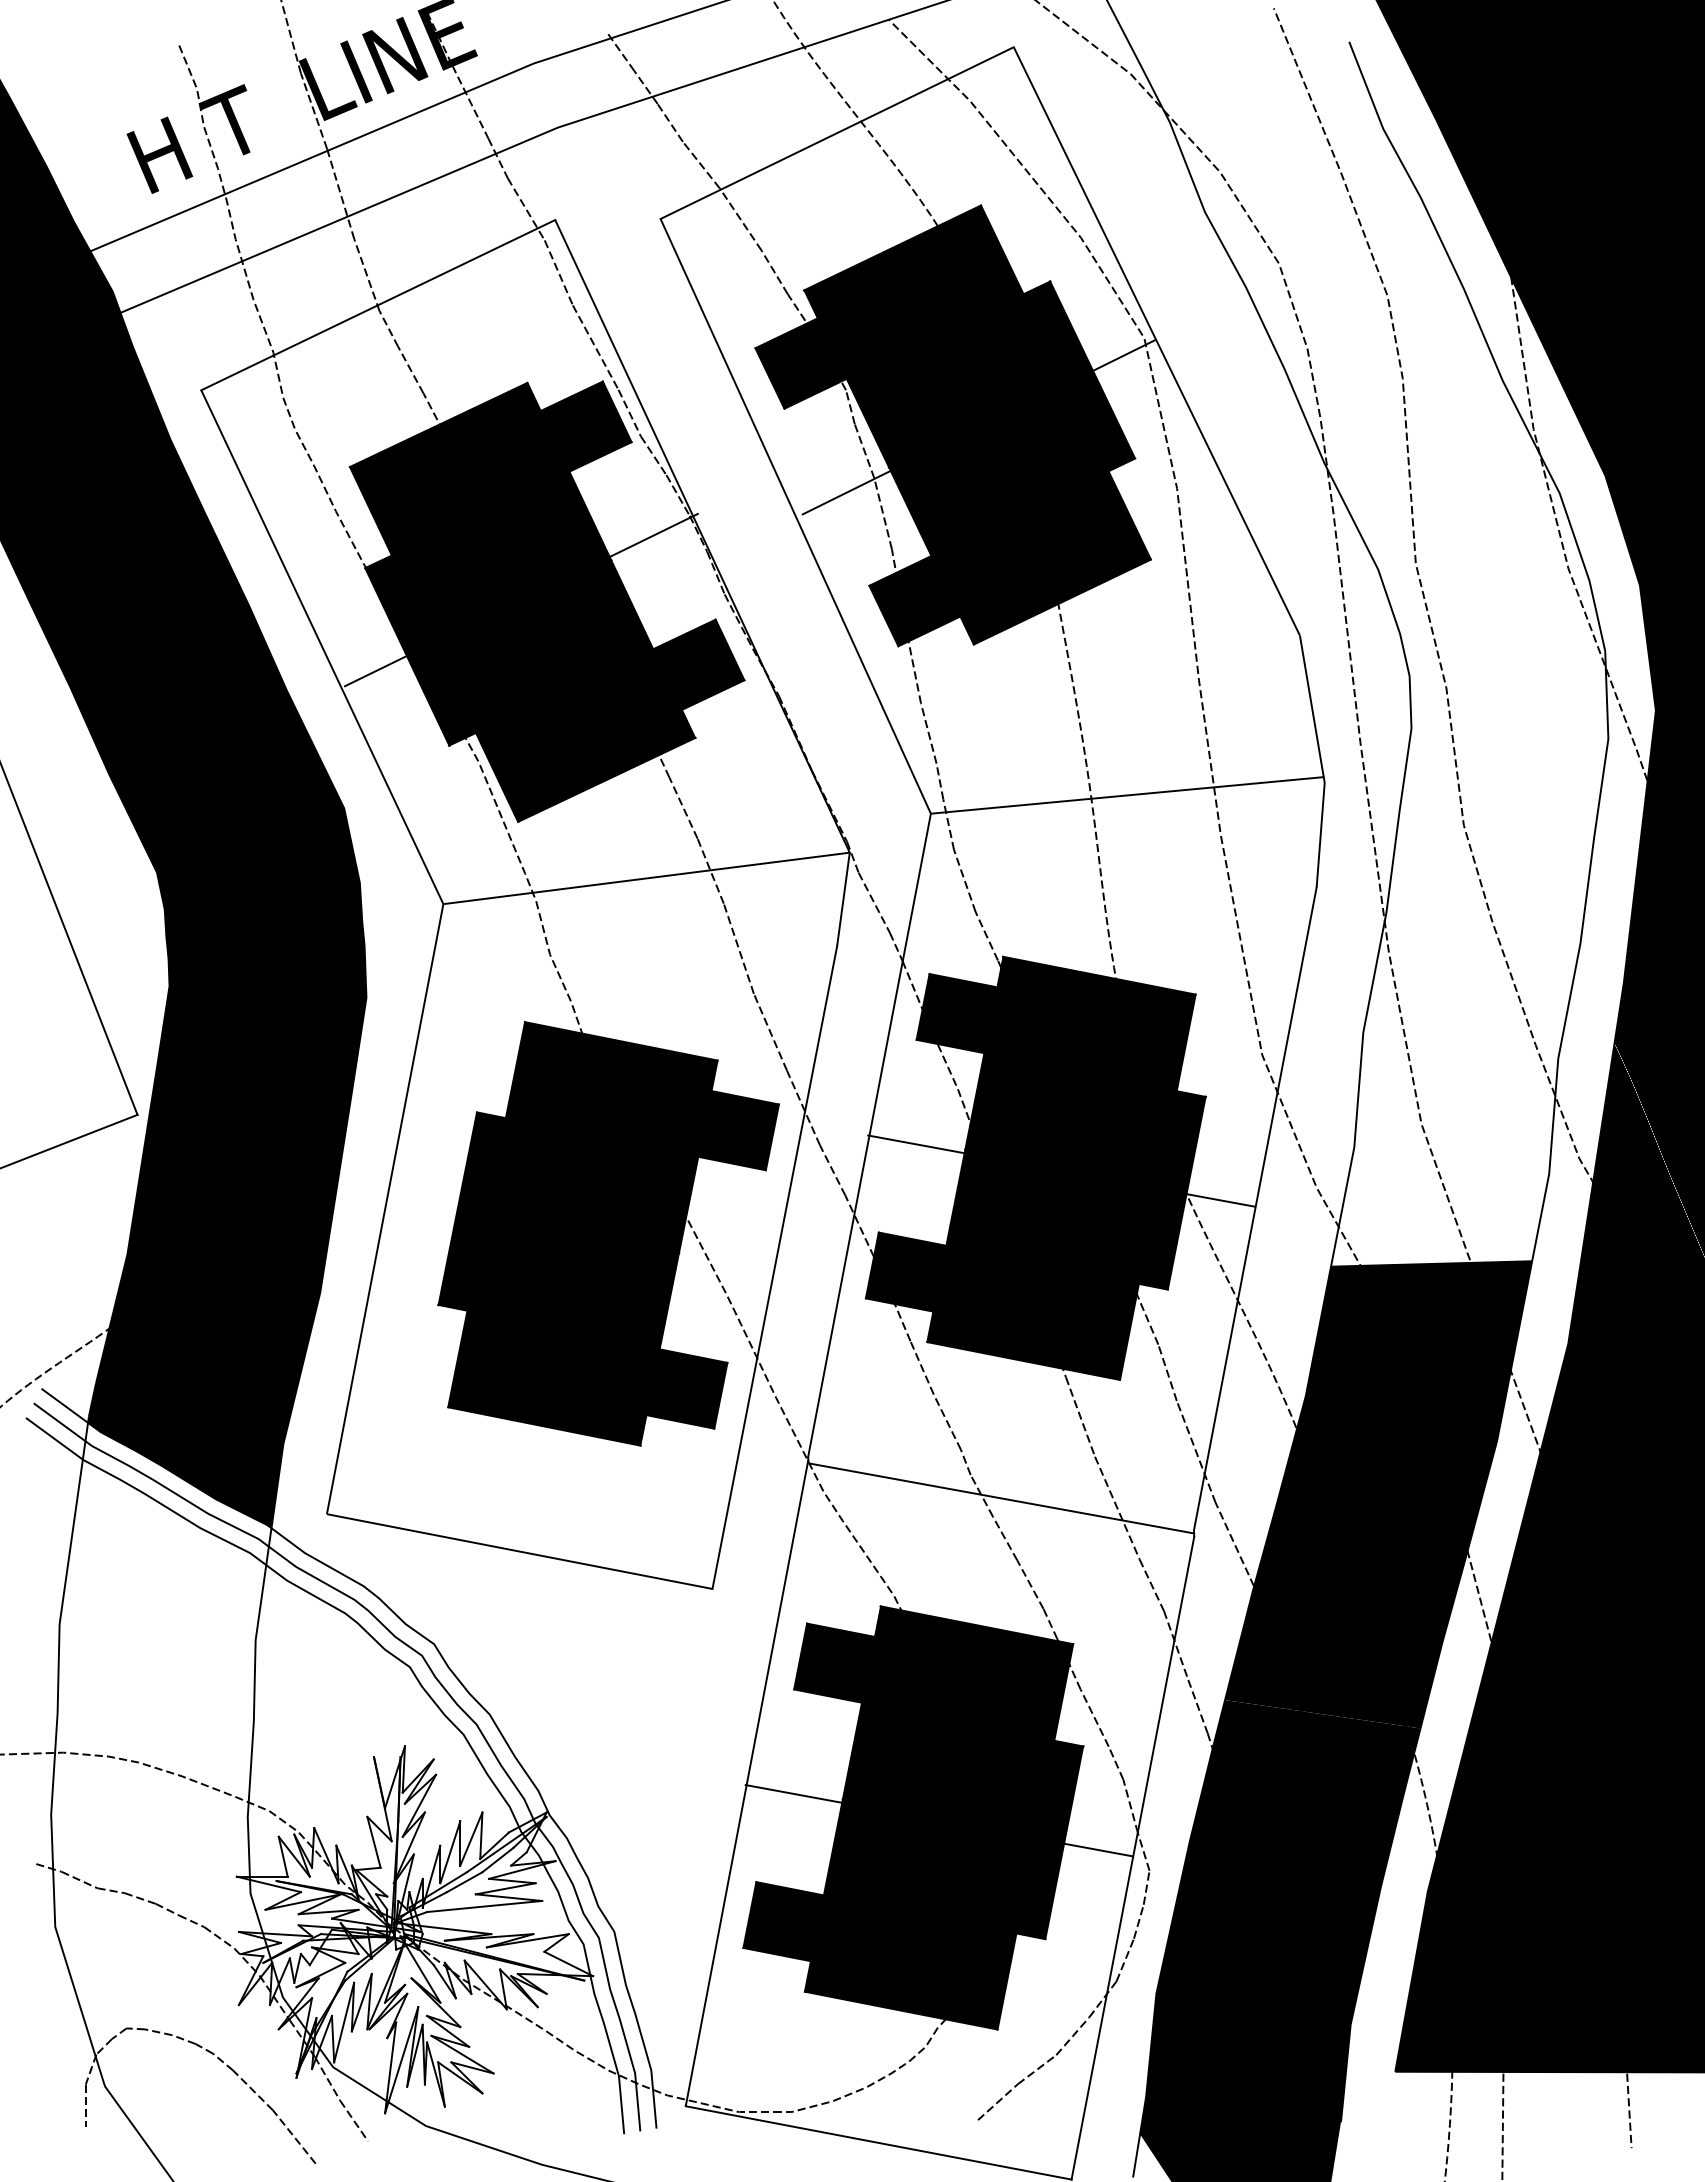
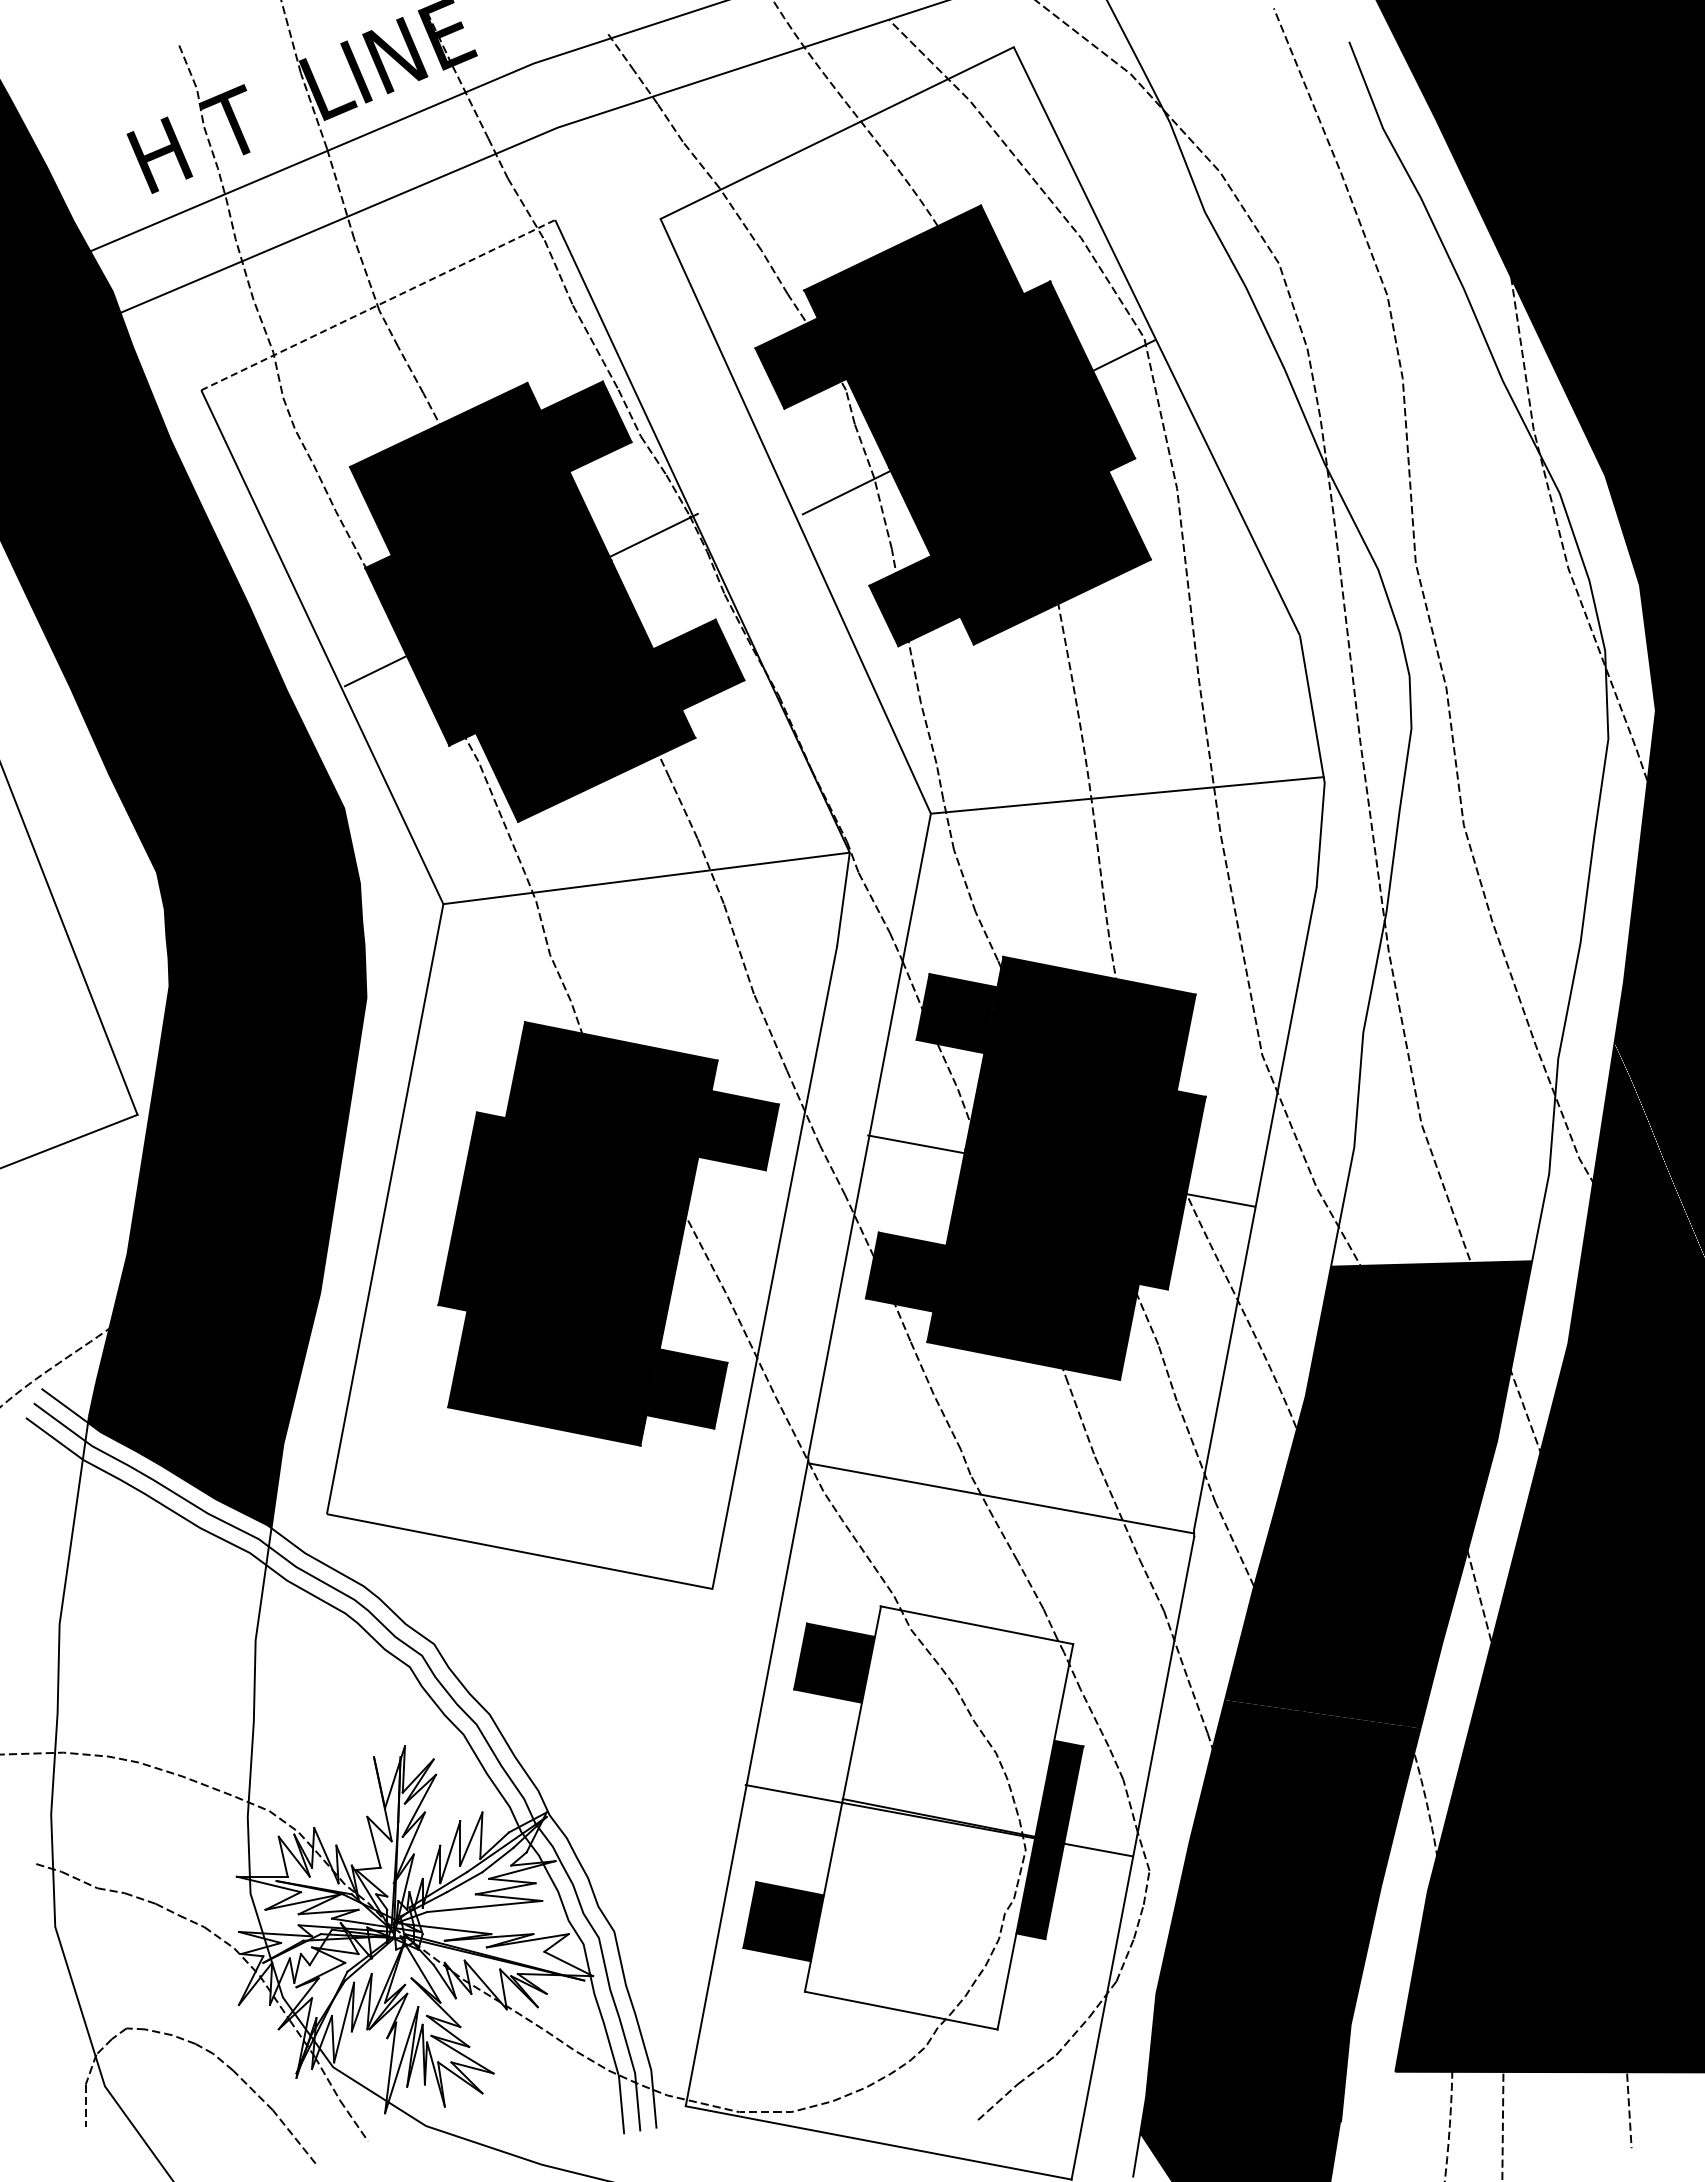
line at (378, 304): solid -> dashed
fill at (938, 1817): present -> none
